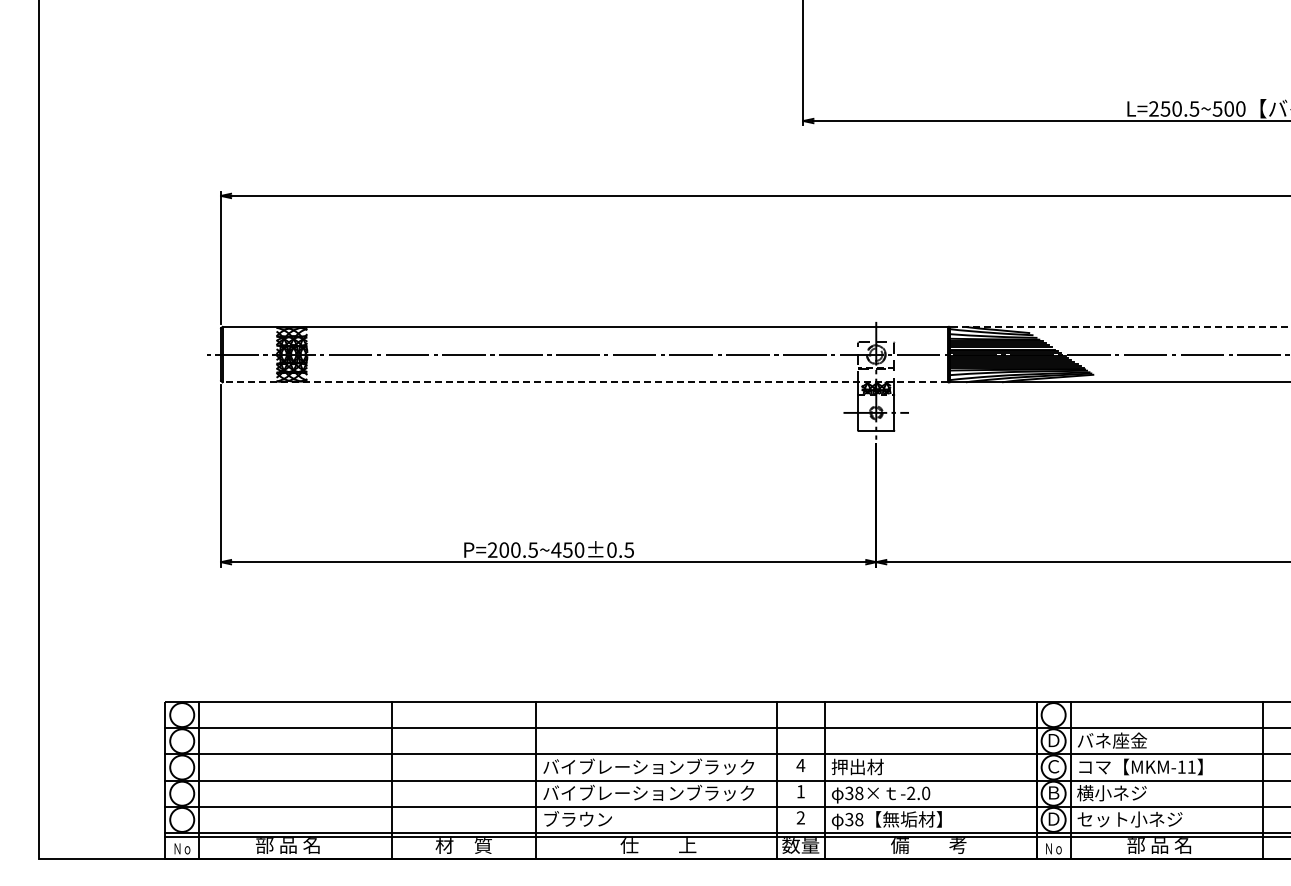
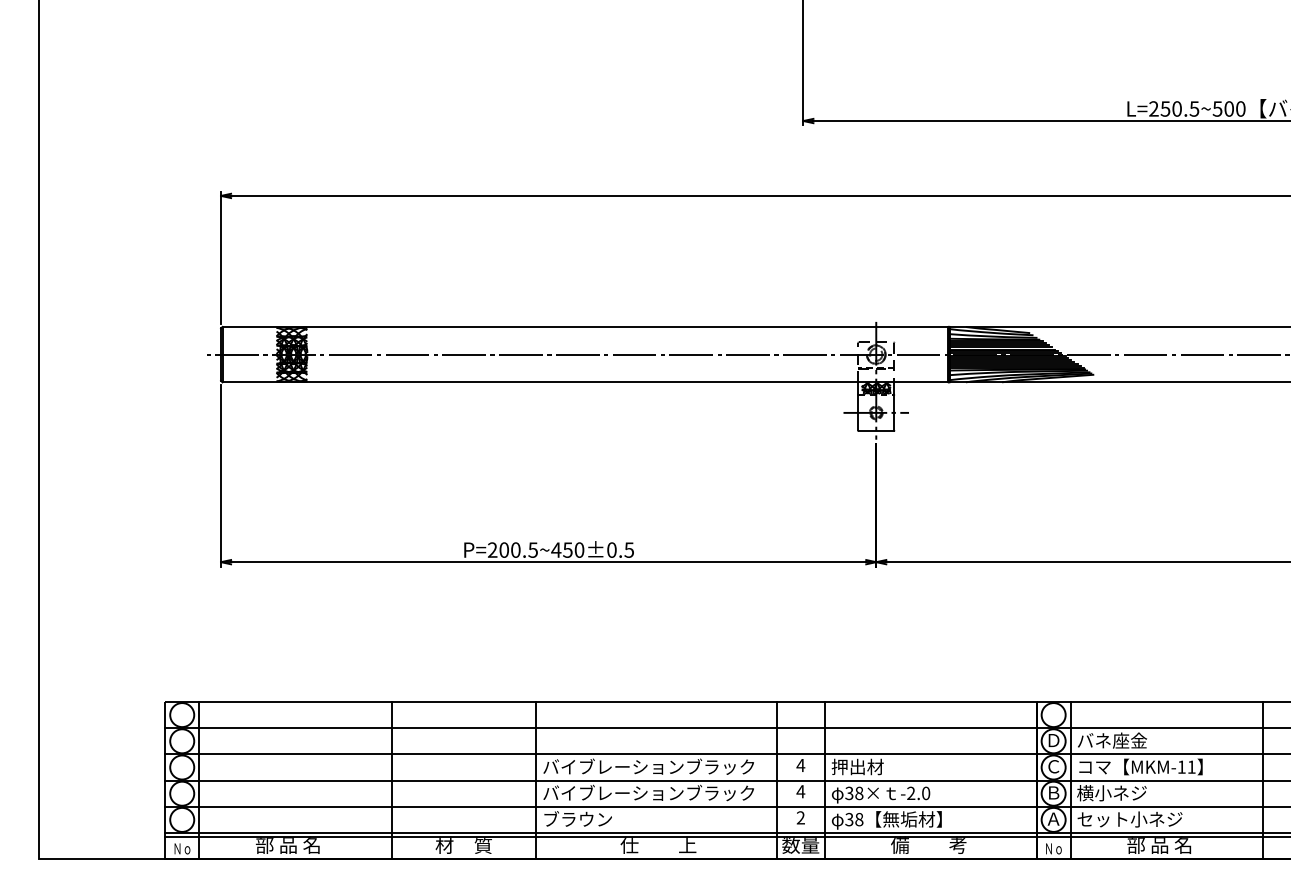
line at (1119, 327): dashed -> solid
line at (585, 382): dashed -> solid
text at (800, 791): 1 -> 4
text at (1053, 818): Ｄ -> Ａ
